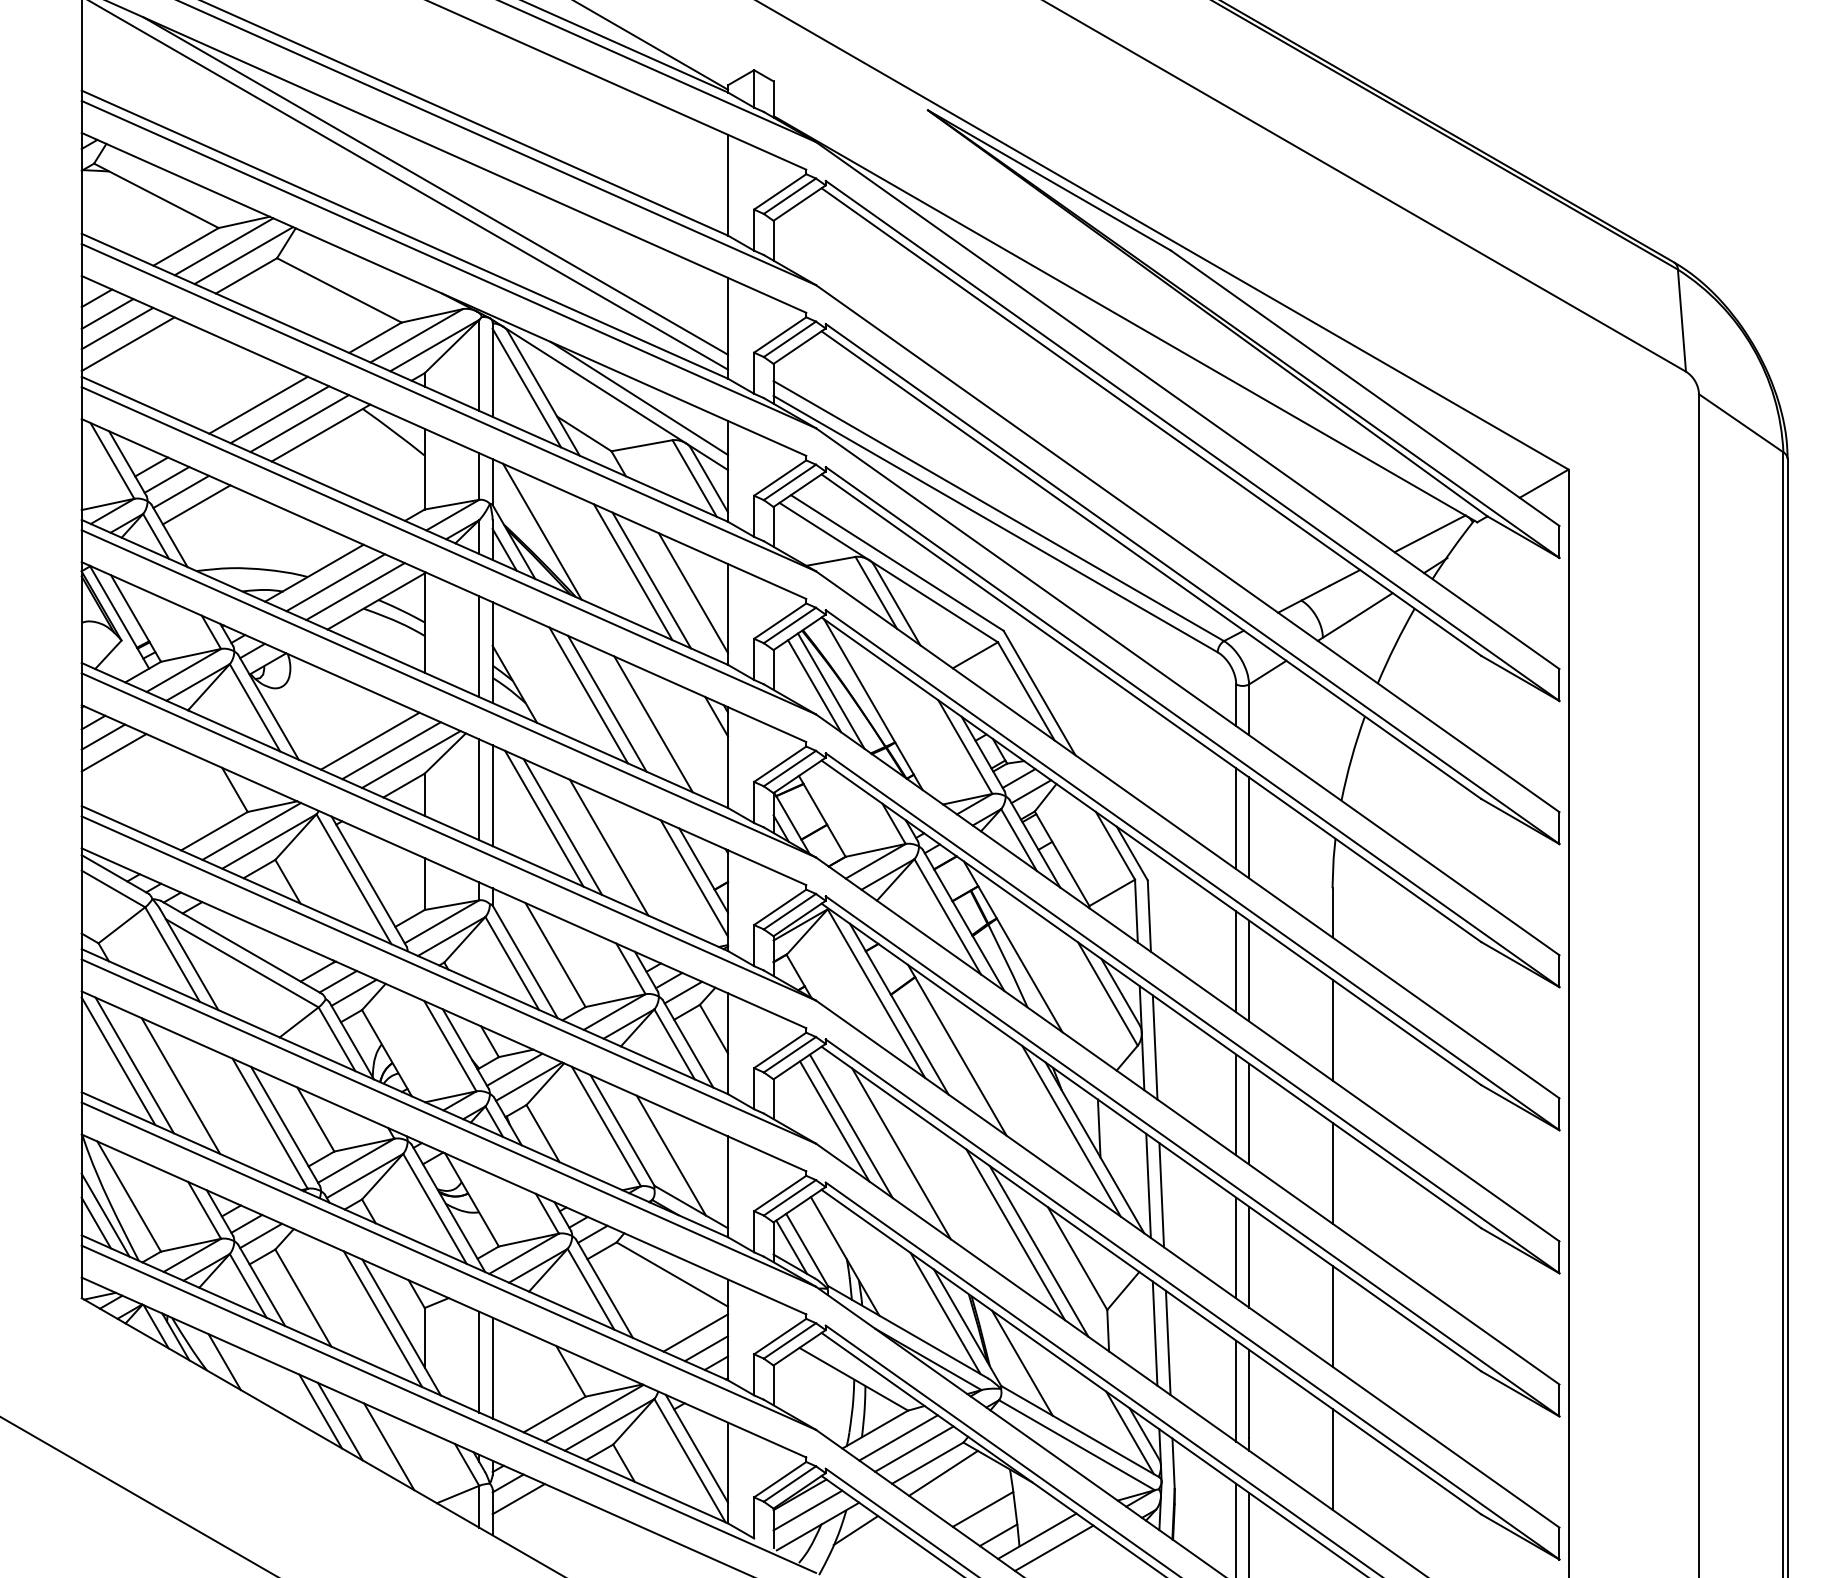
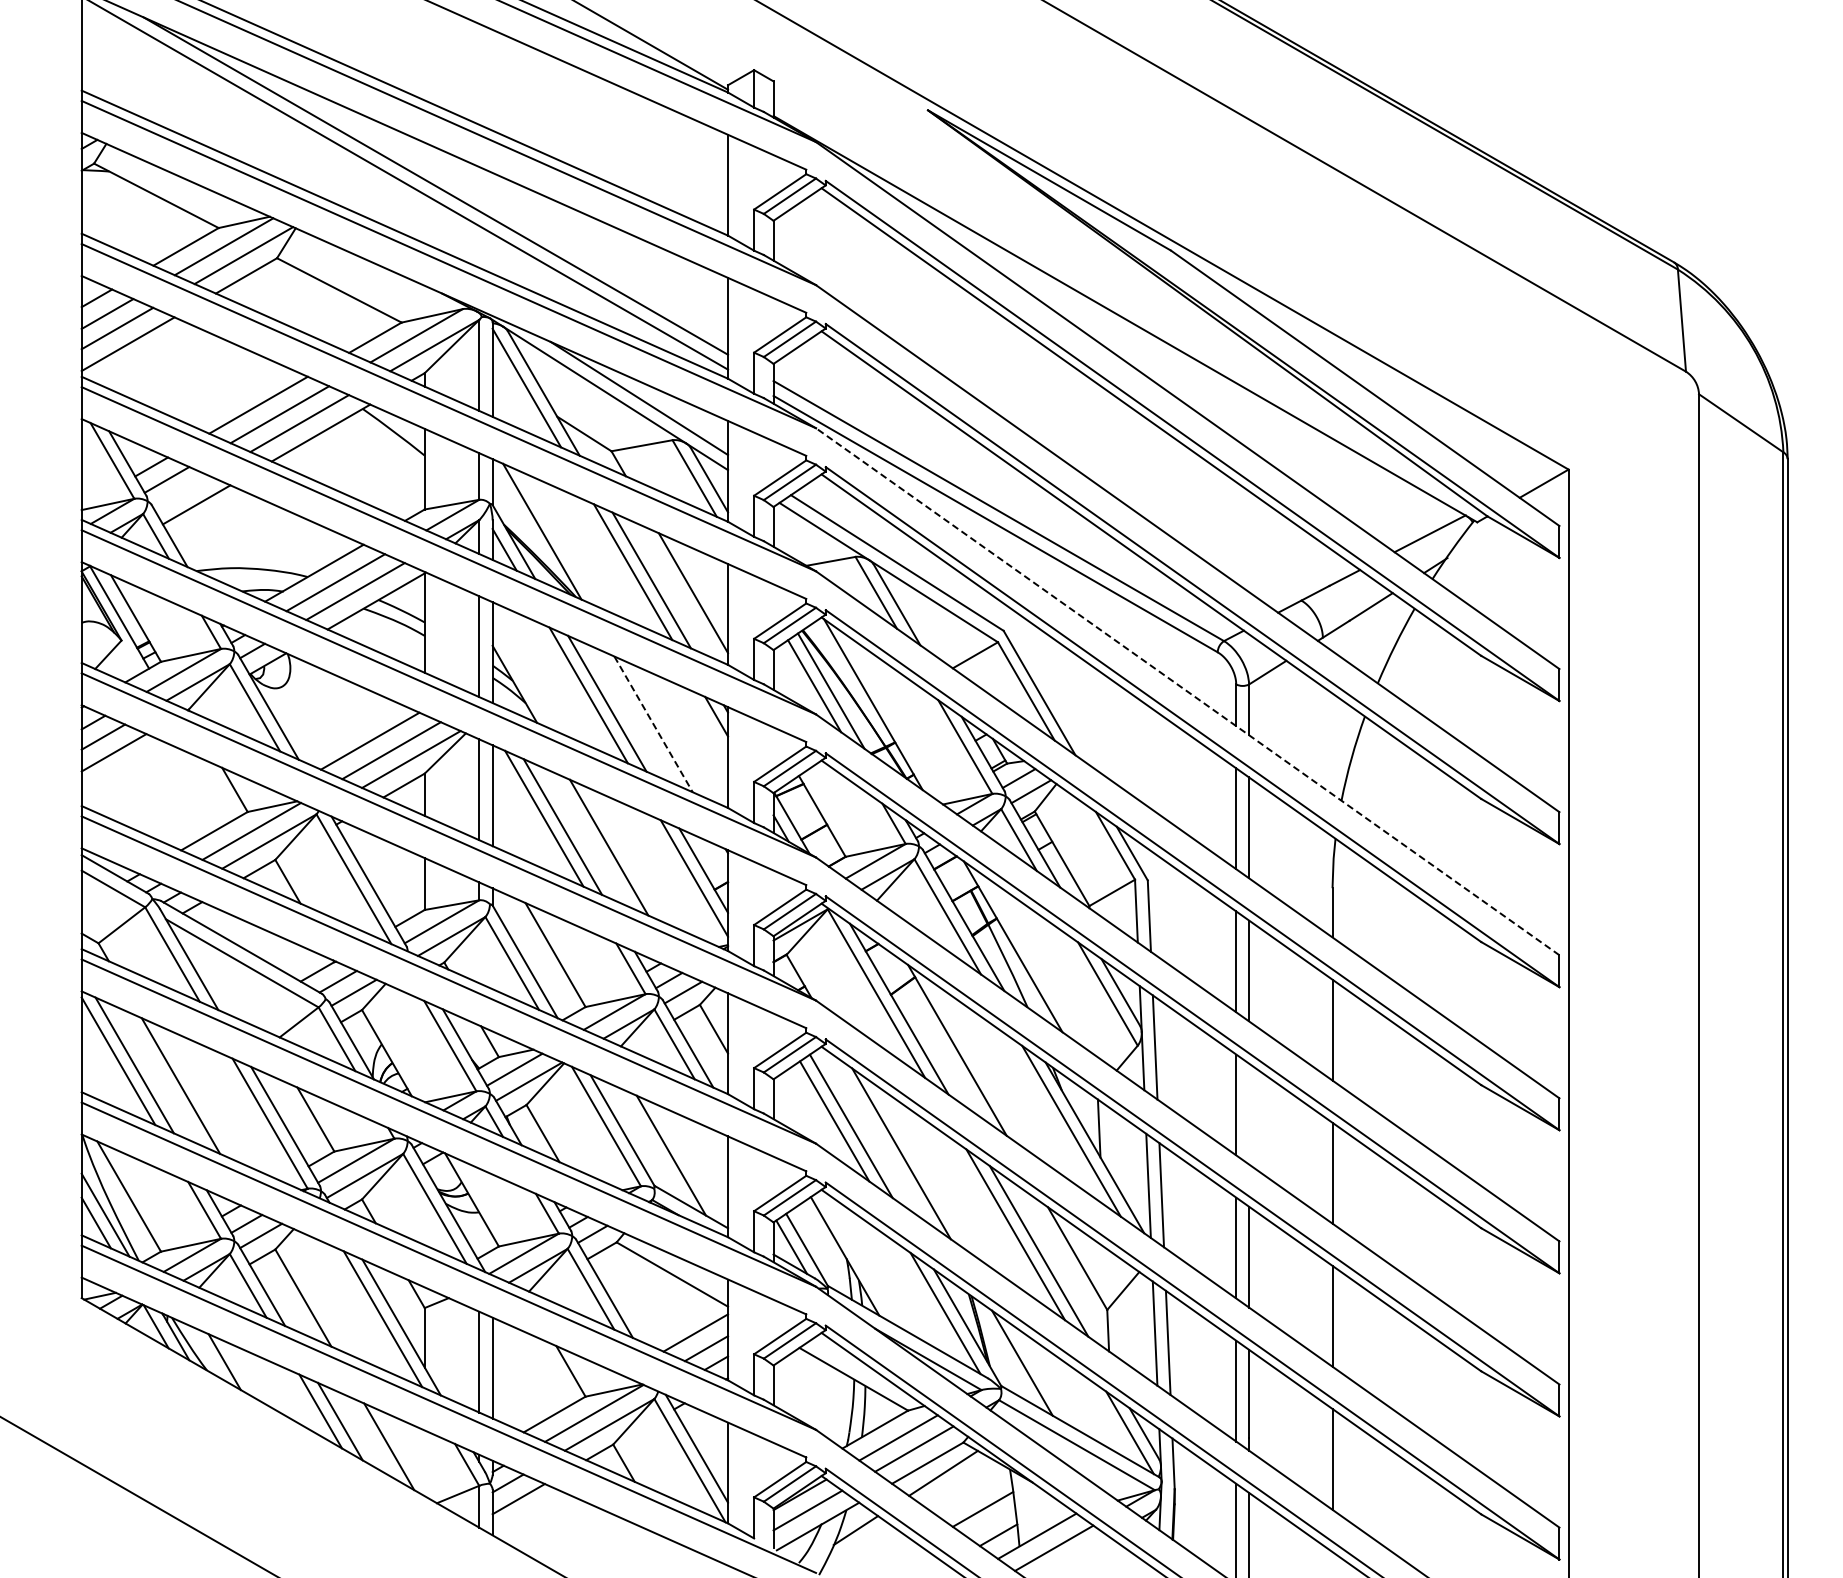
line at (181, 491): present -> none
line at (1187, 691): solid -> dashed
line at (653, 724): solid -> dashed
line at (1249, 1113): present -> none
